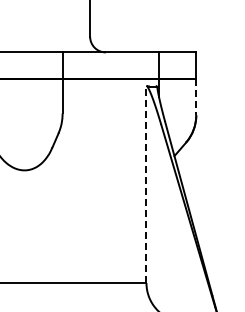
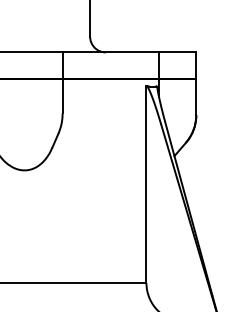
line at (196, 97): dashed -> solid
line at (146, 184): dashed -> solid
